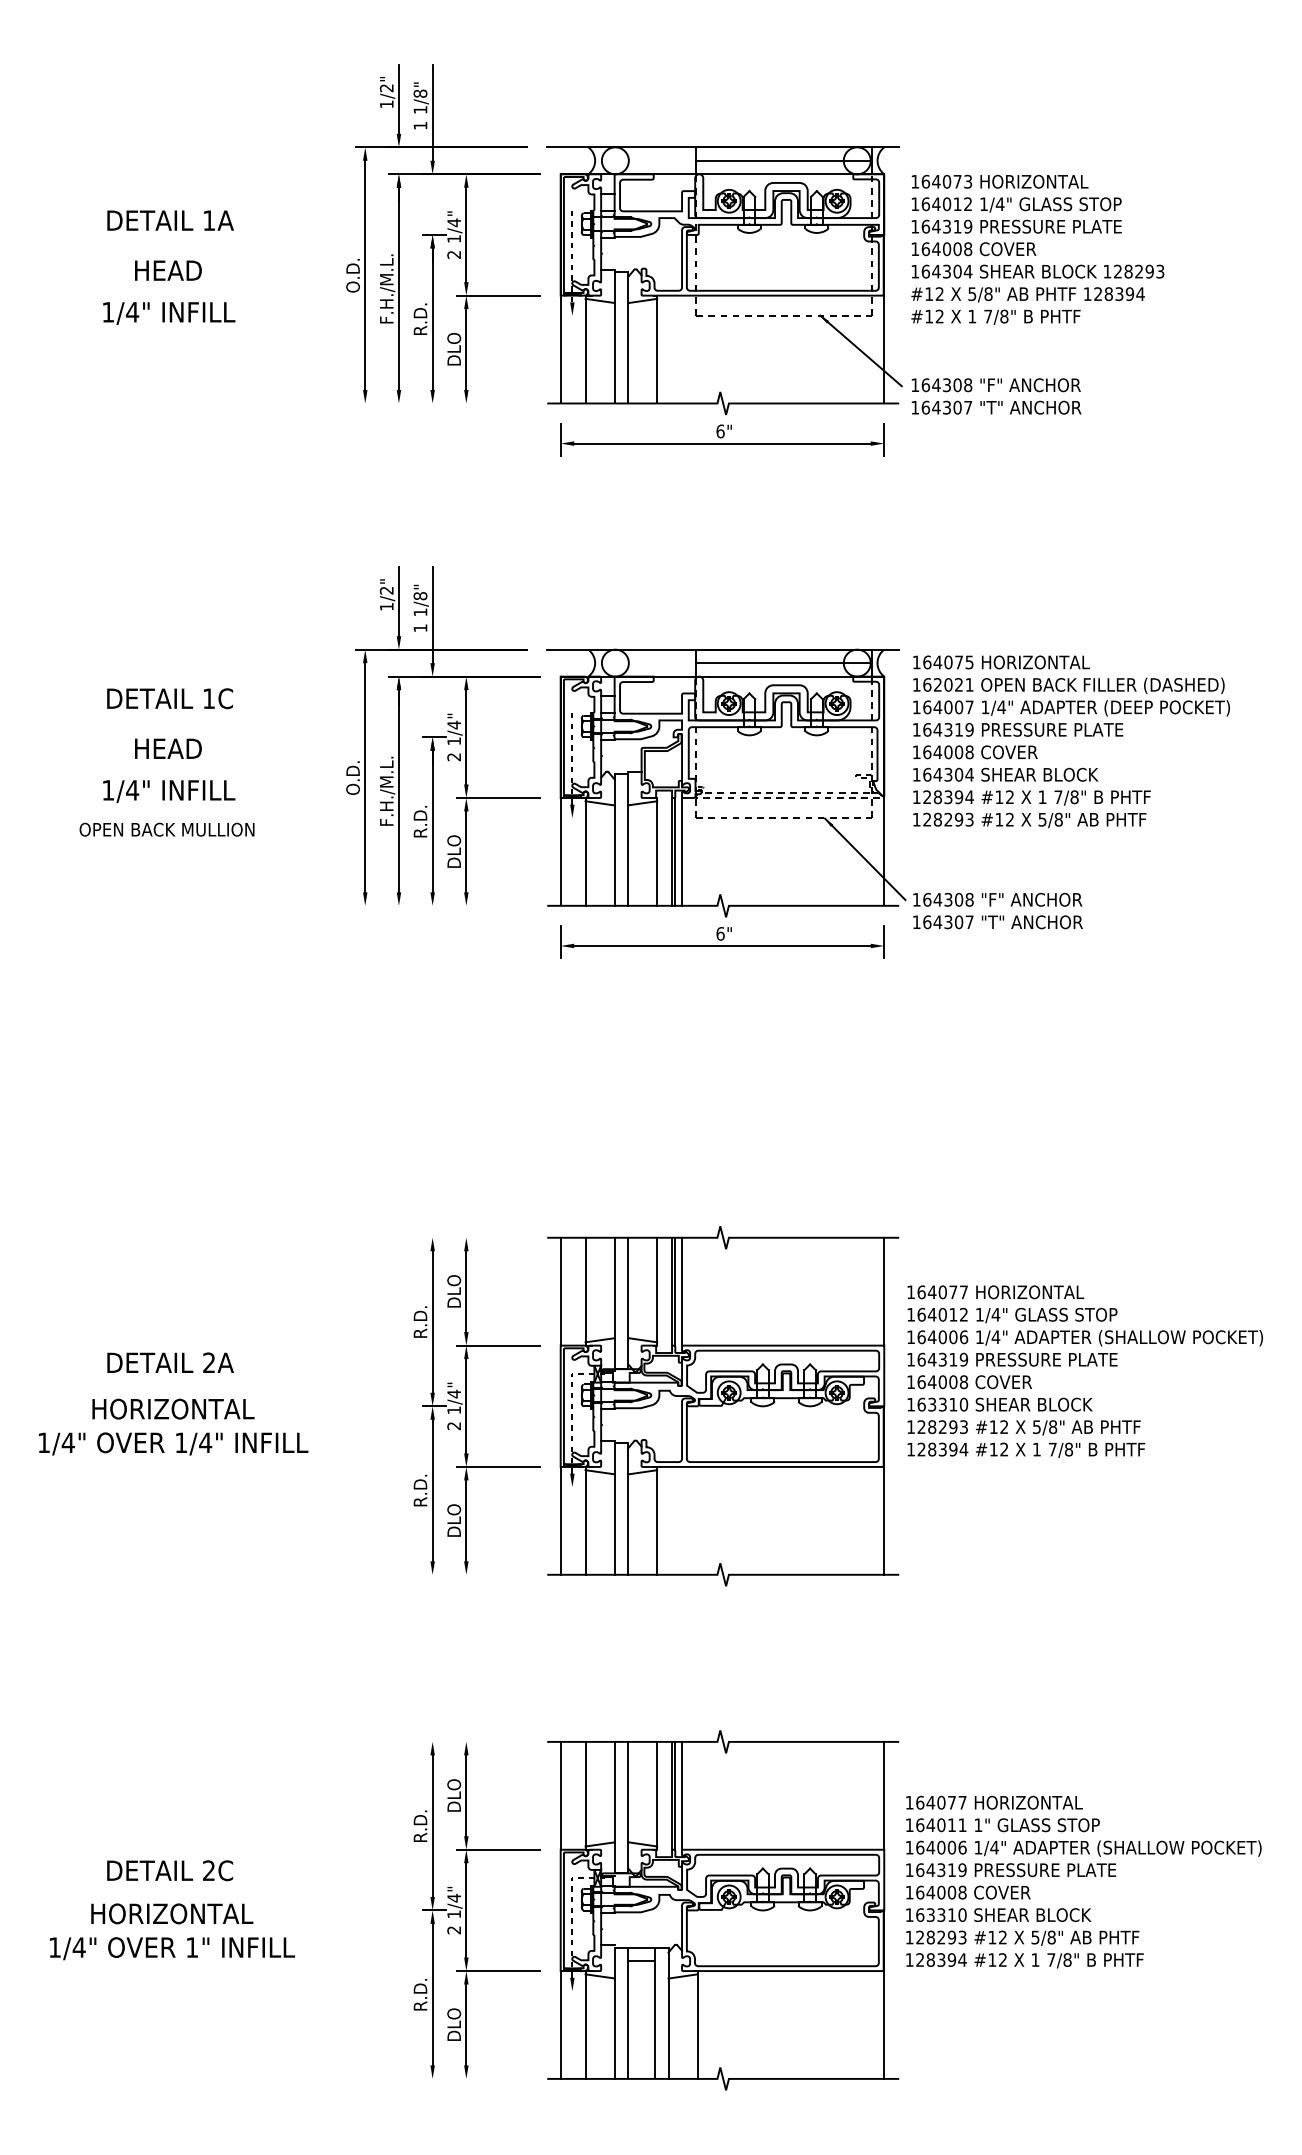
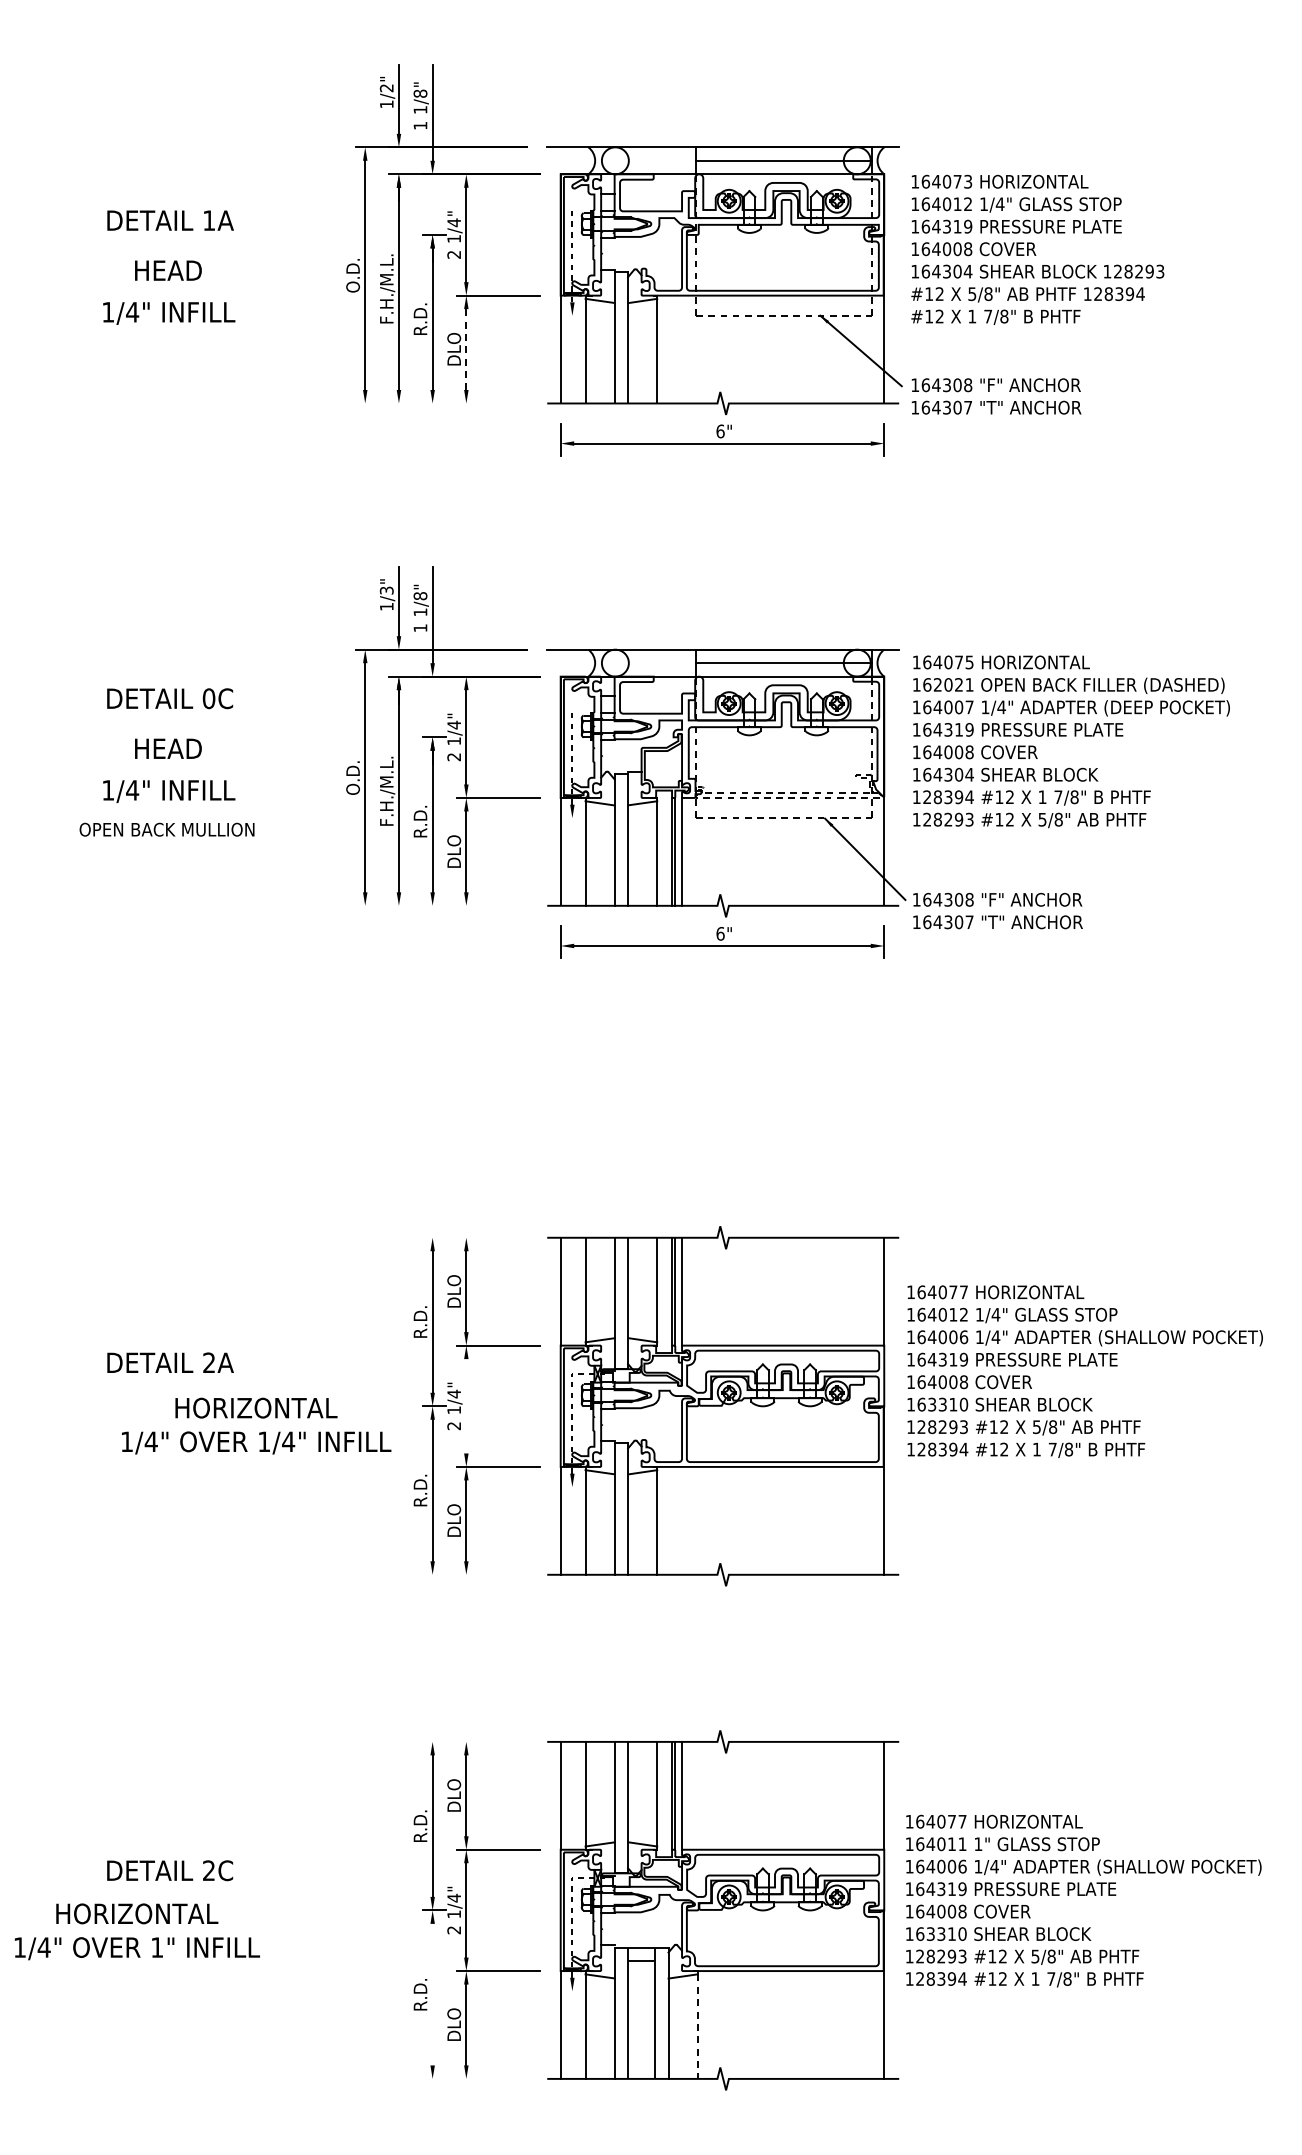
line at (466, 350): solid -> dashed
text at (386, 590): 1/2" -> 1/3"
text at (208, 698): 1C -> 0C
line at (466, 1406): present -> none
text at (173, 1426) position: (173, 1426) -> (256, 1425)
text at (1083, 1881) position: (1083, 1881) -> (1083, 1900)
text at (171, 1931) position: (171, 1931) -> (136, 1931)
line at (432, 1994): present -> none
line at (697, 2027): solid -> dashed
